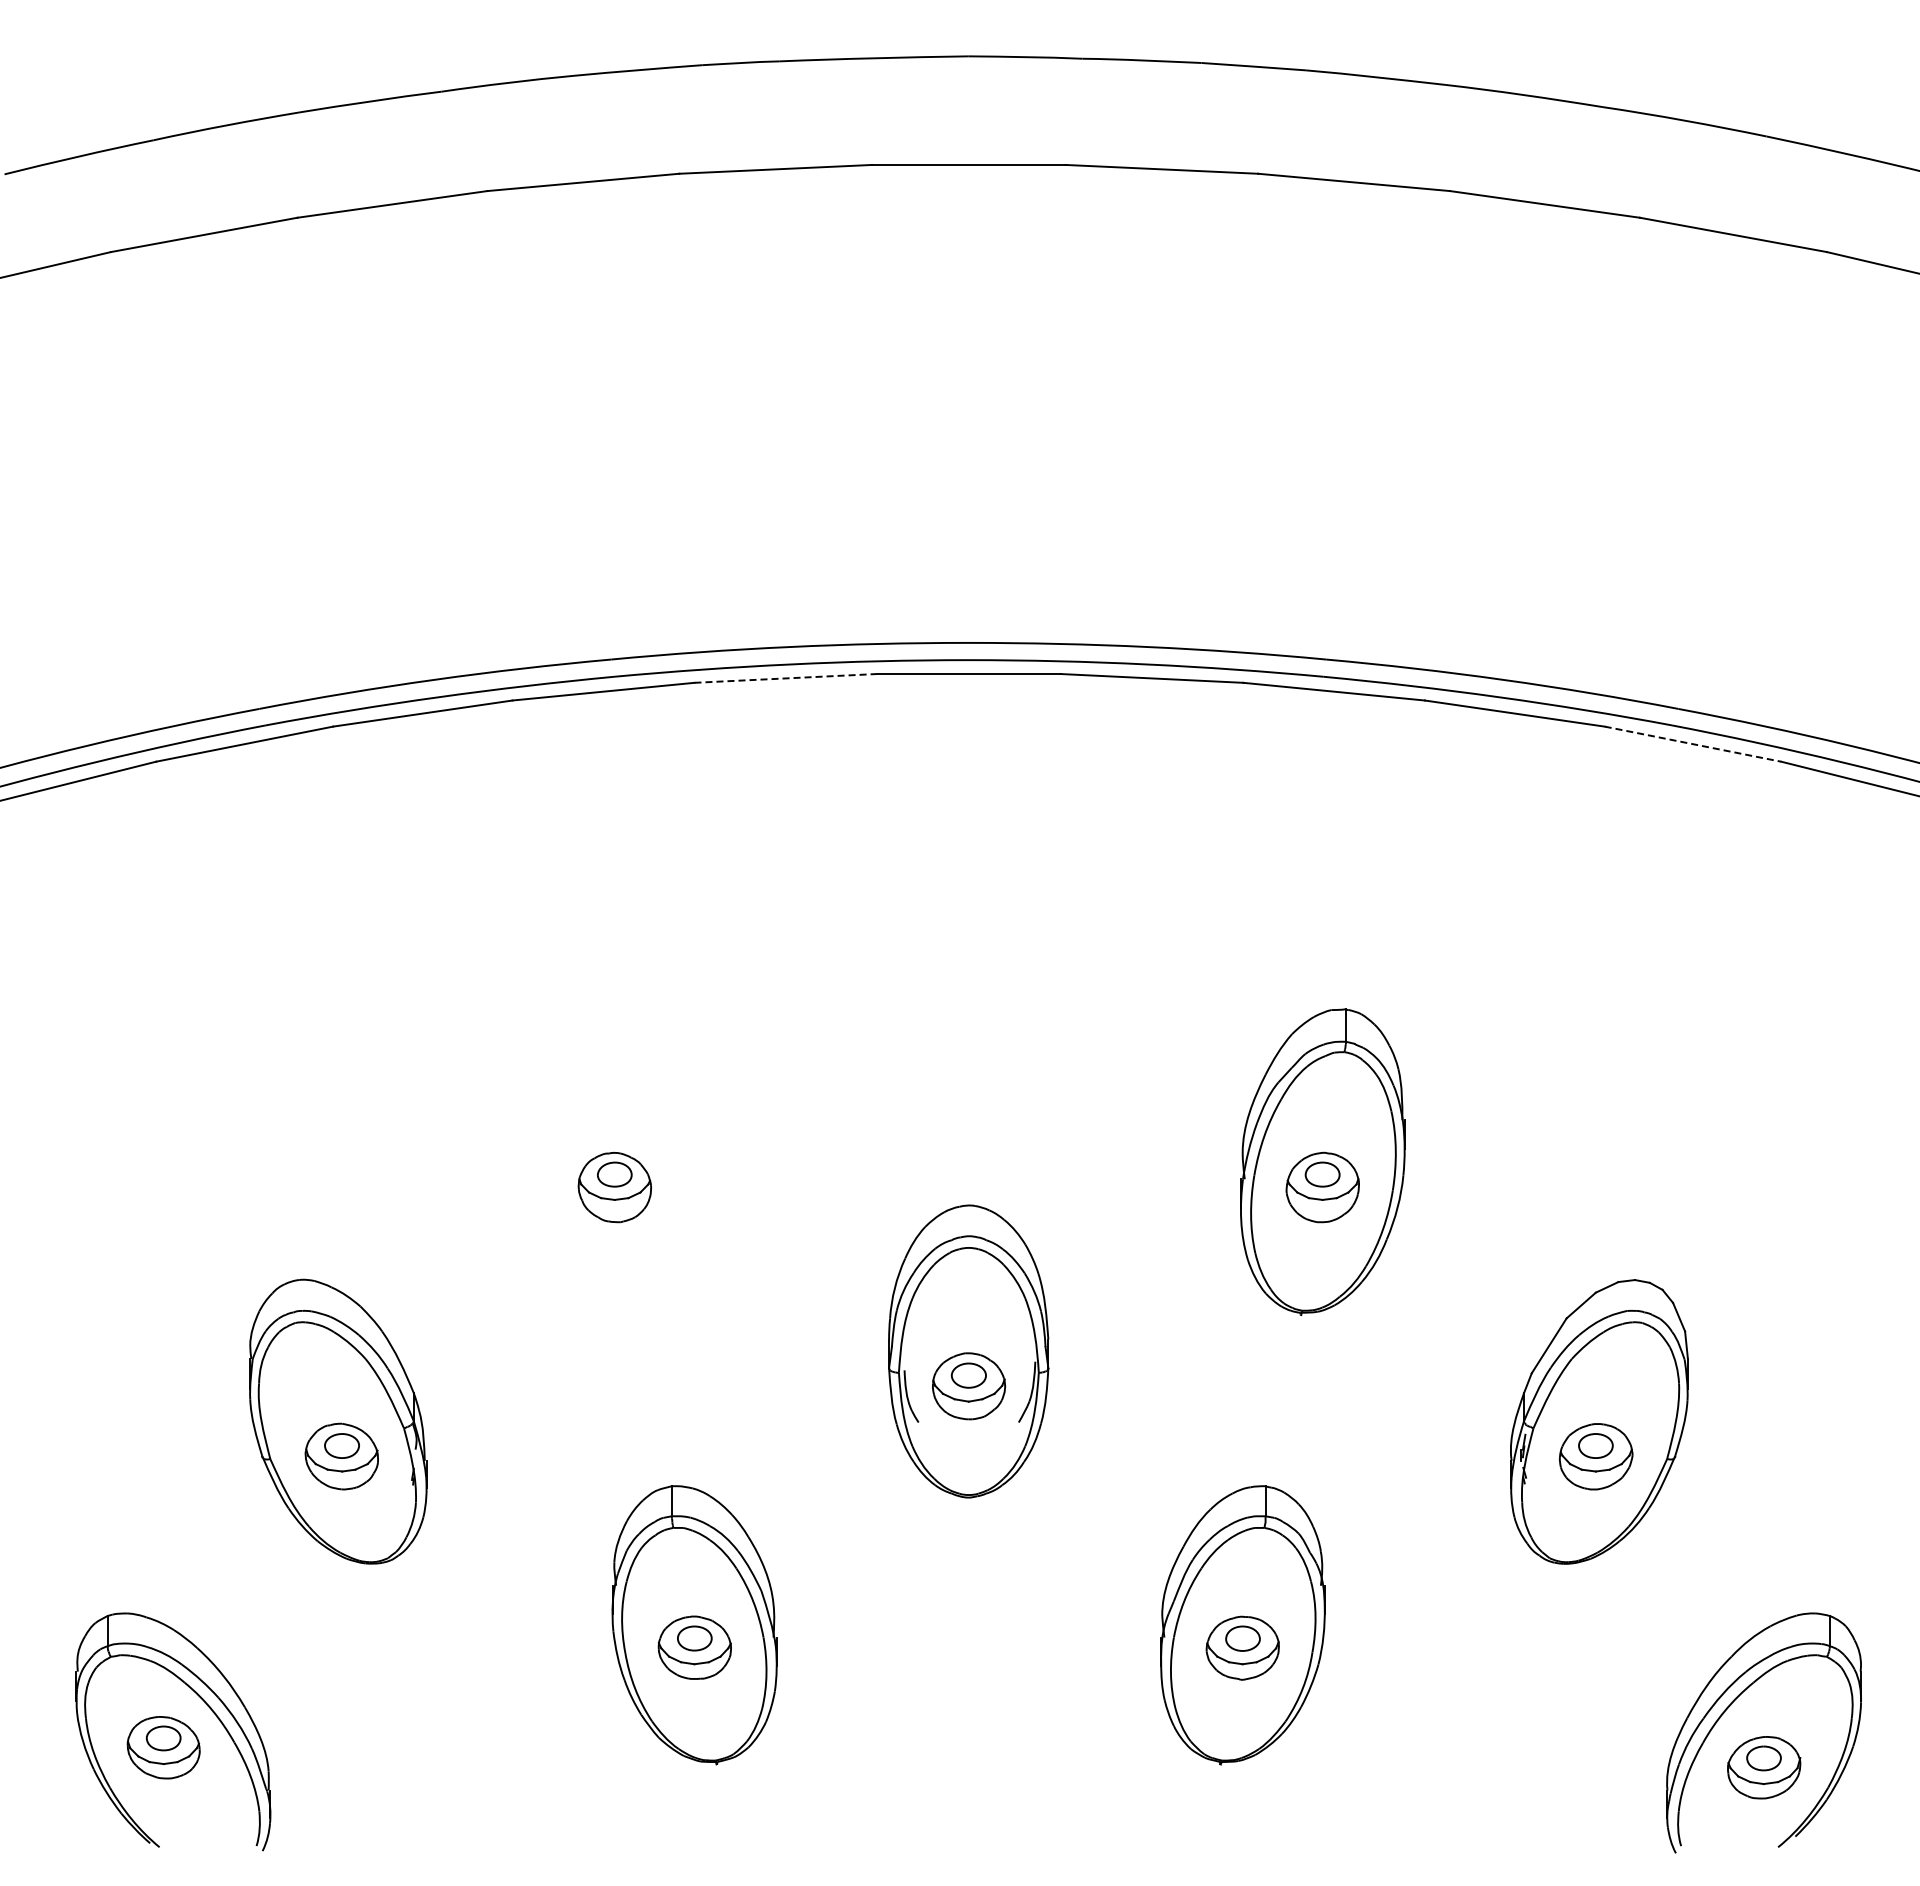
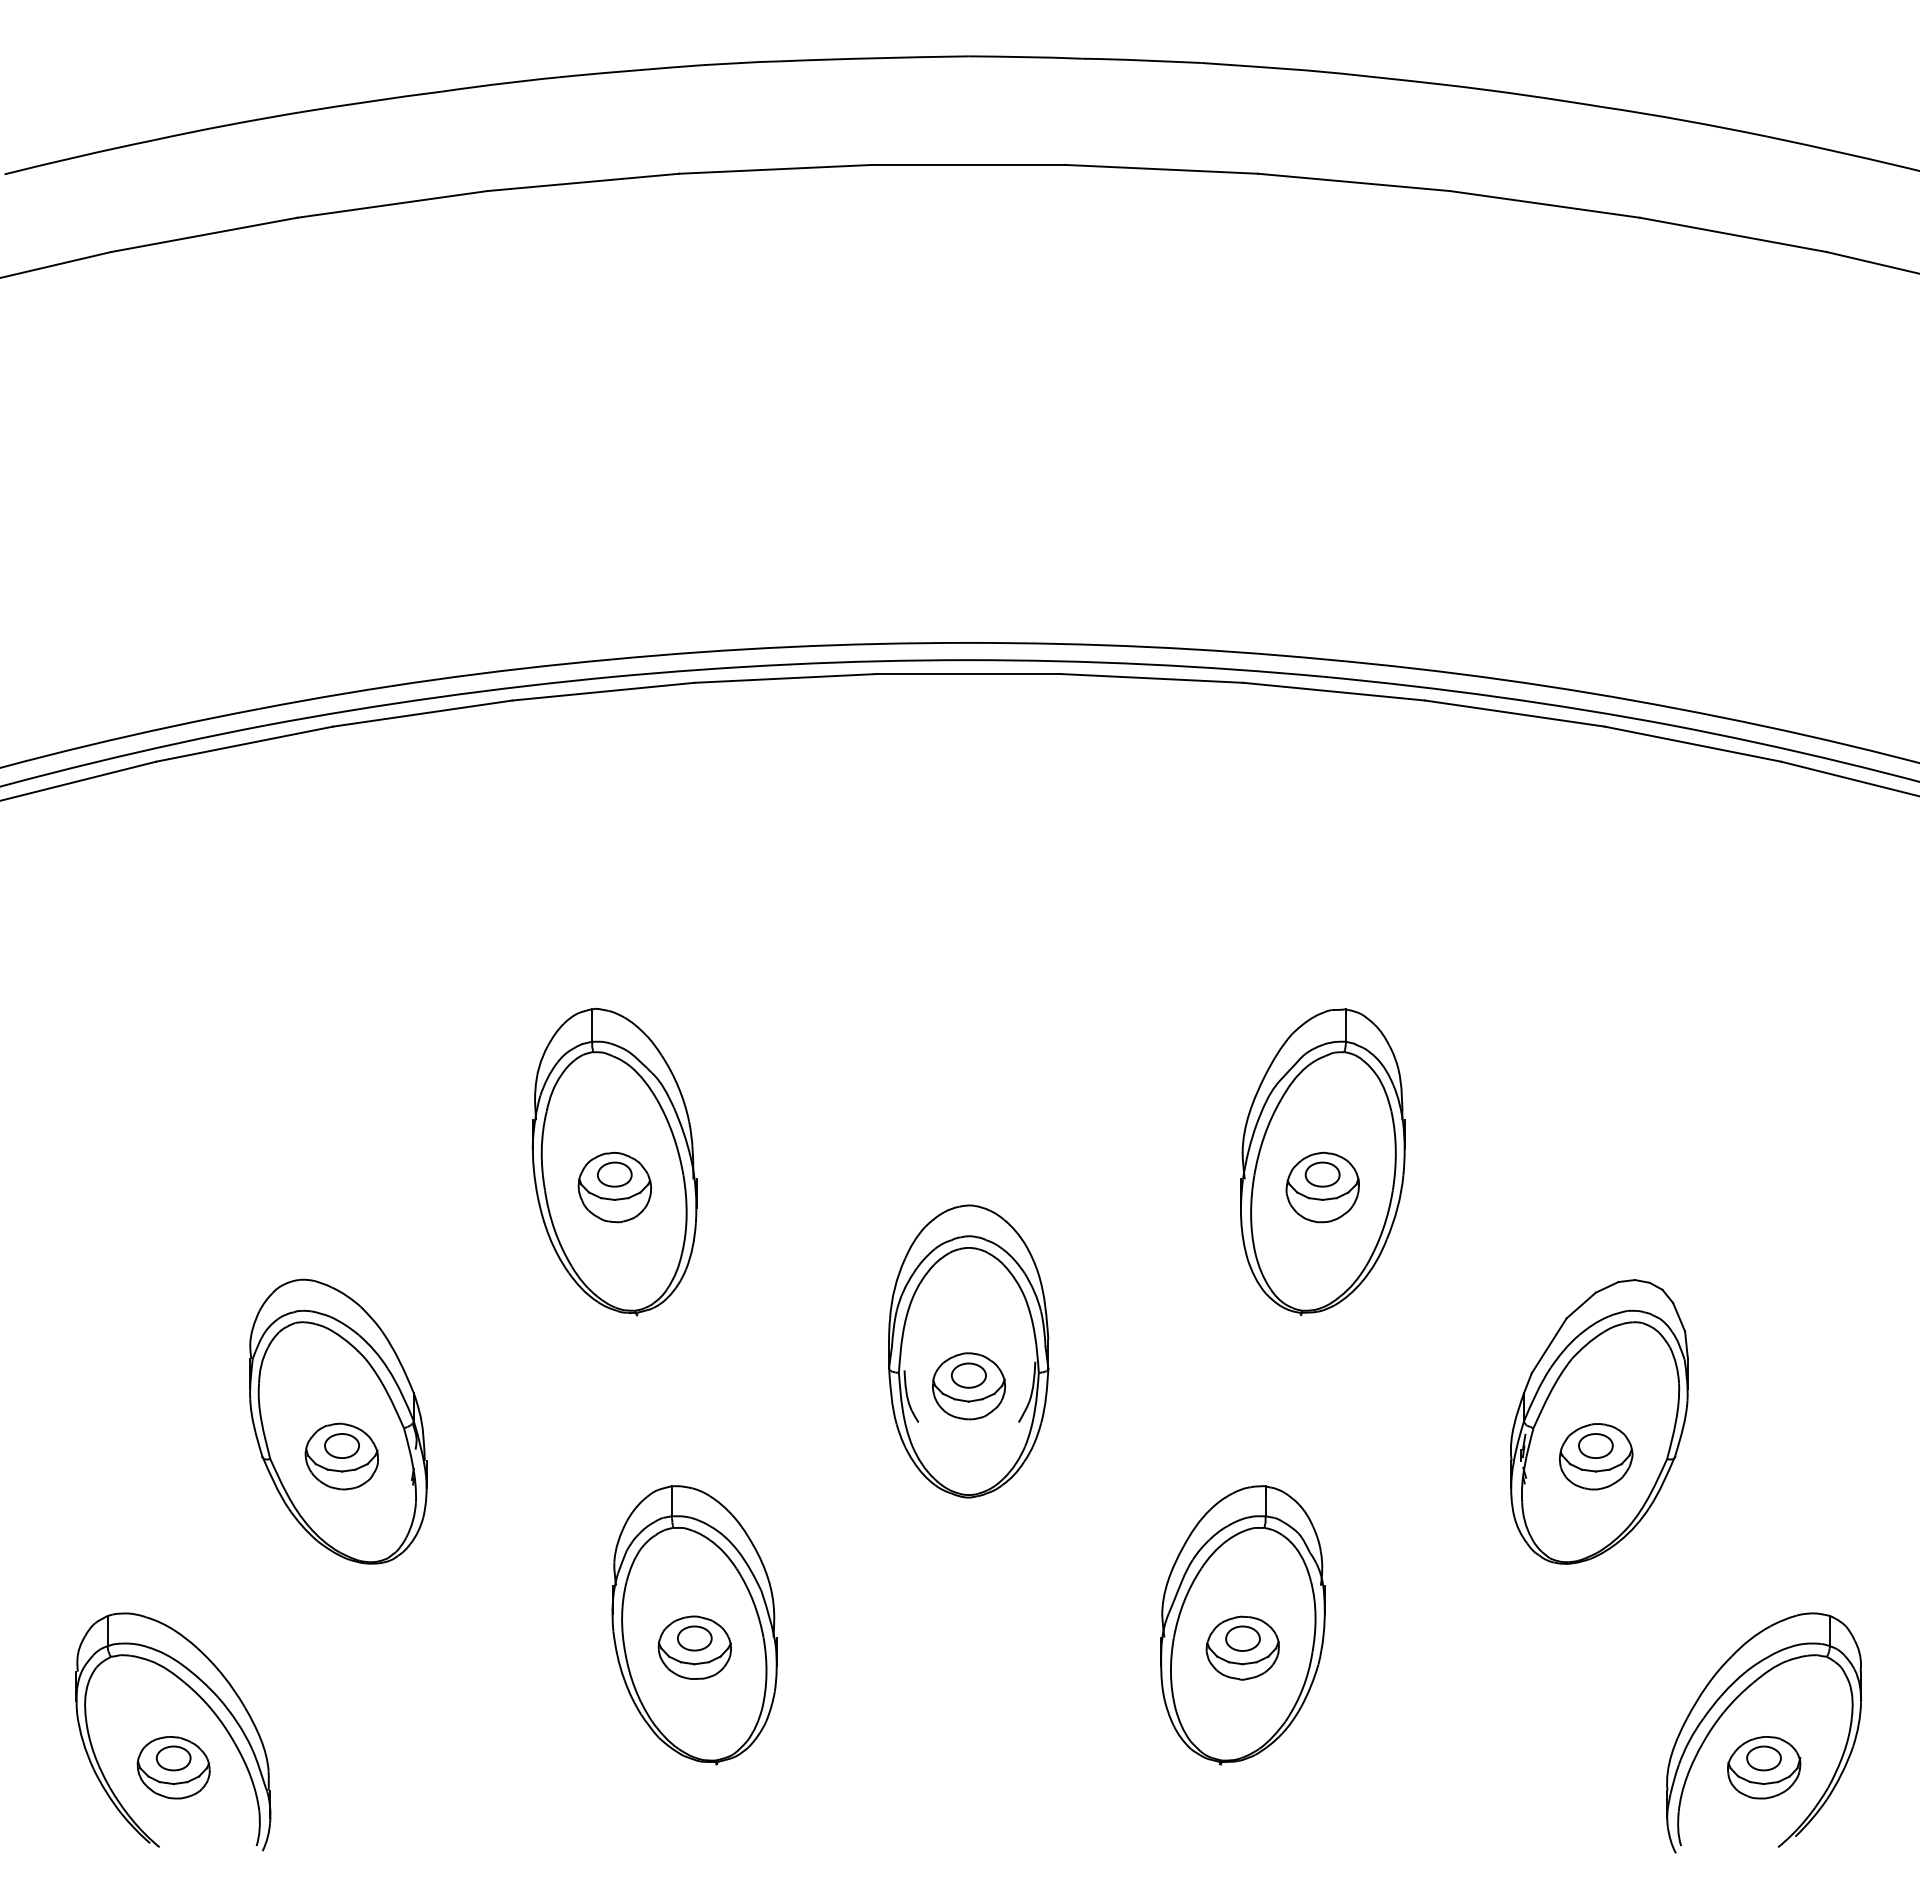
line at (786, 678): dashed -> solid
line at (1693, 744): dashed -> solid
part at (614, 1162): none -> present
part at (163, 1747) position: (163, 1747) -> (173, 1767)
